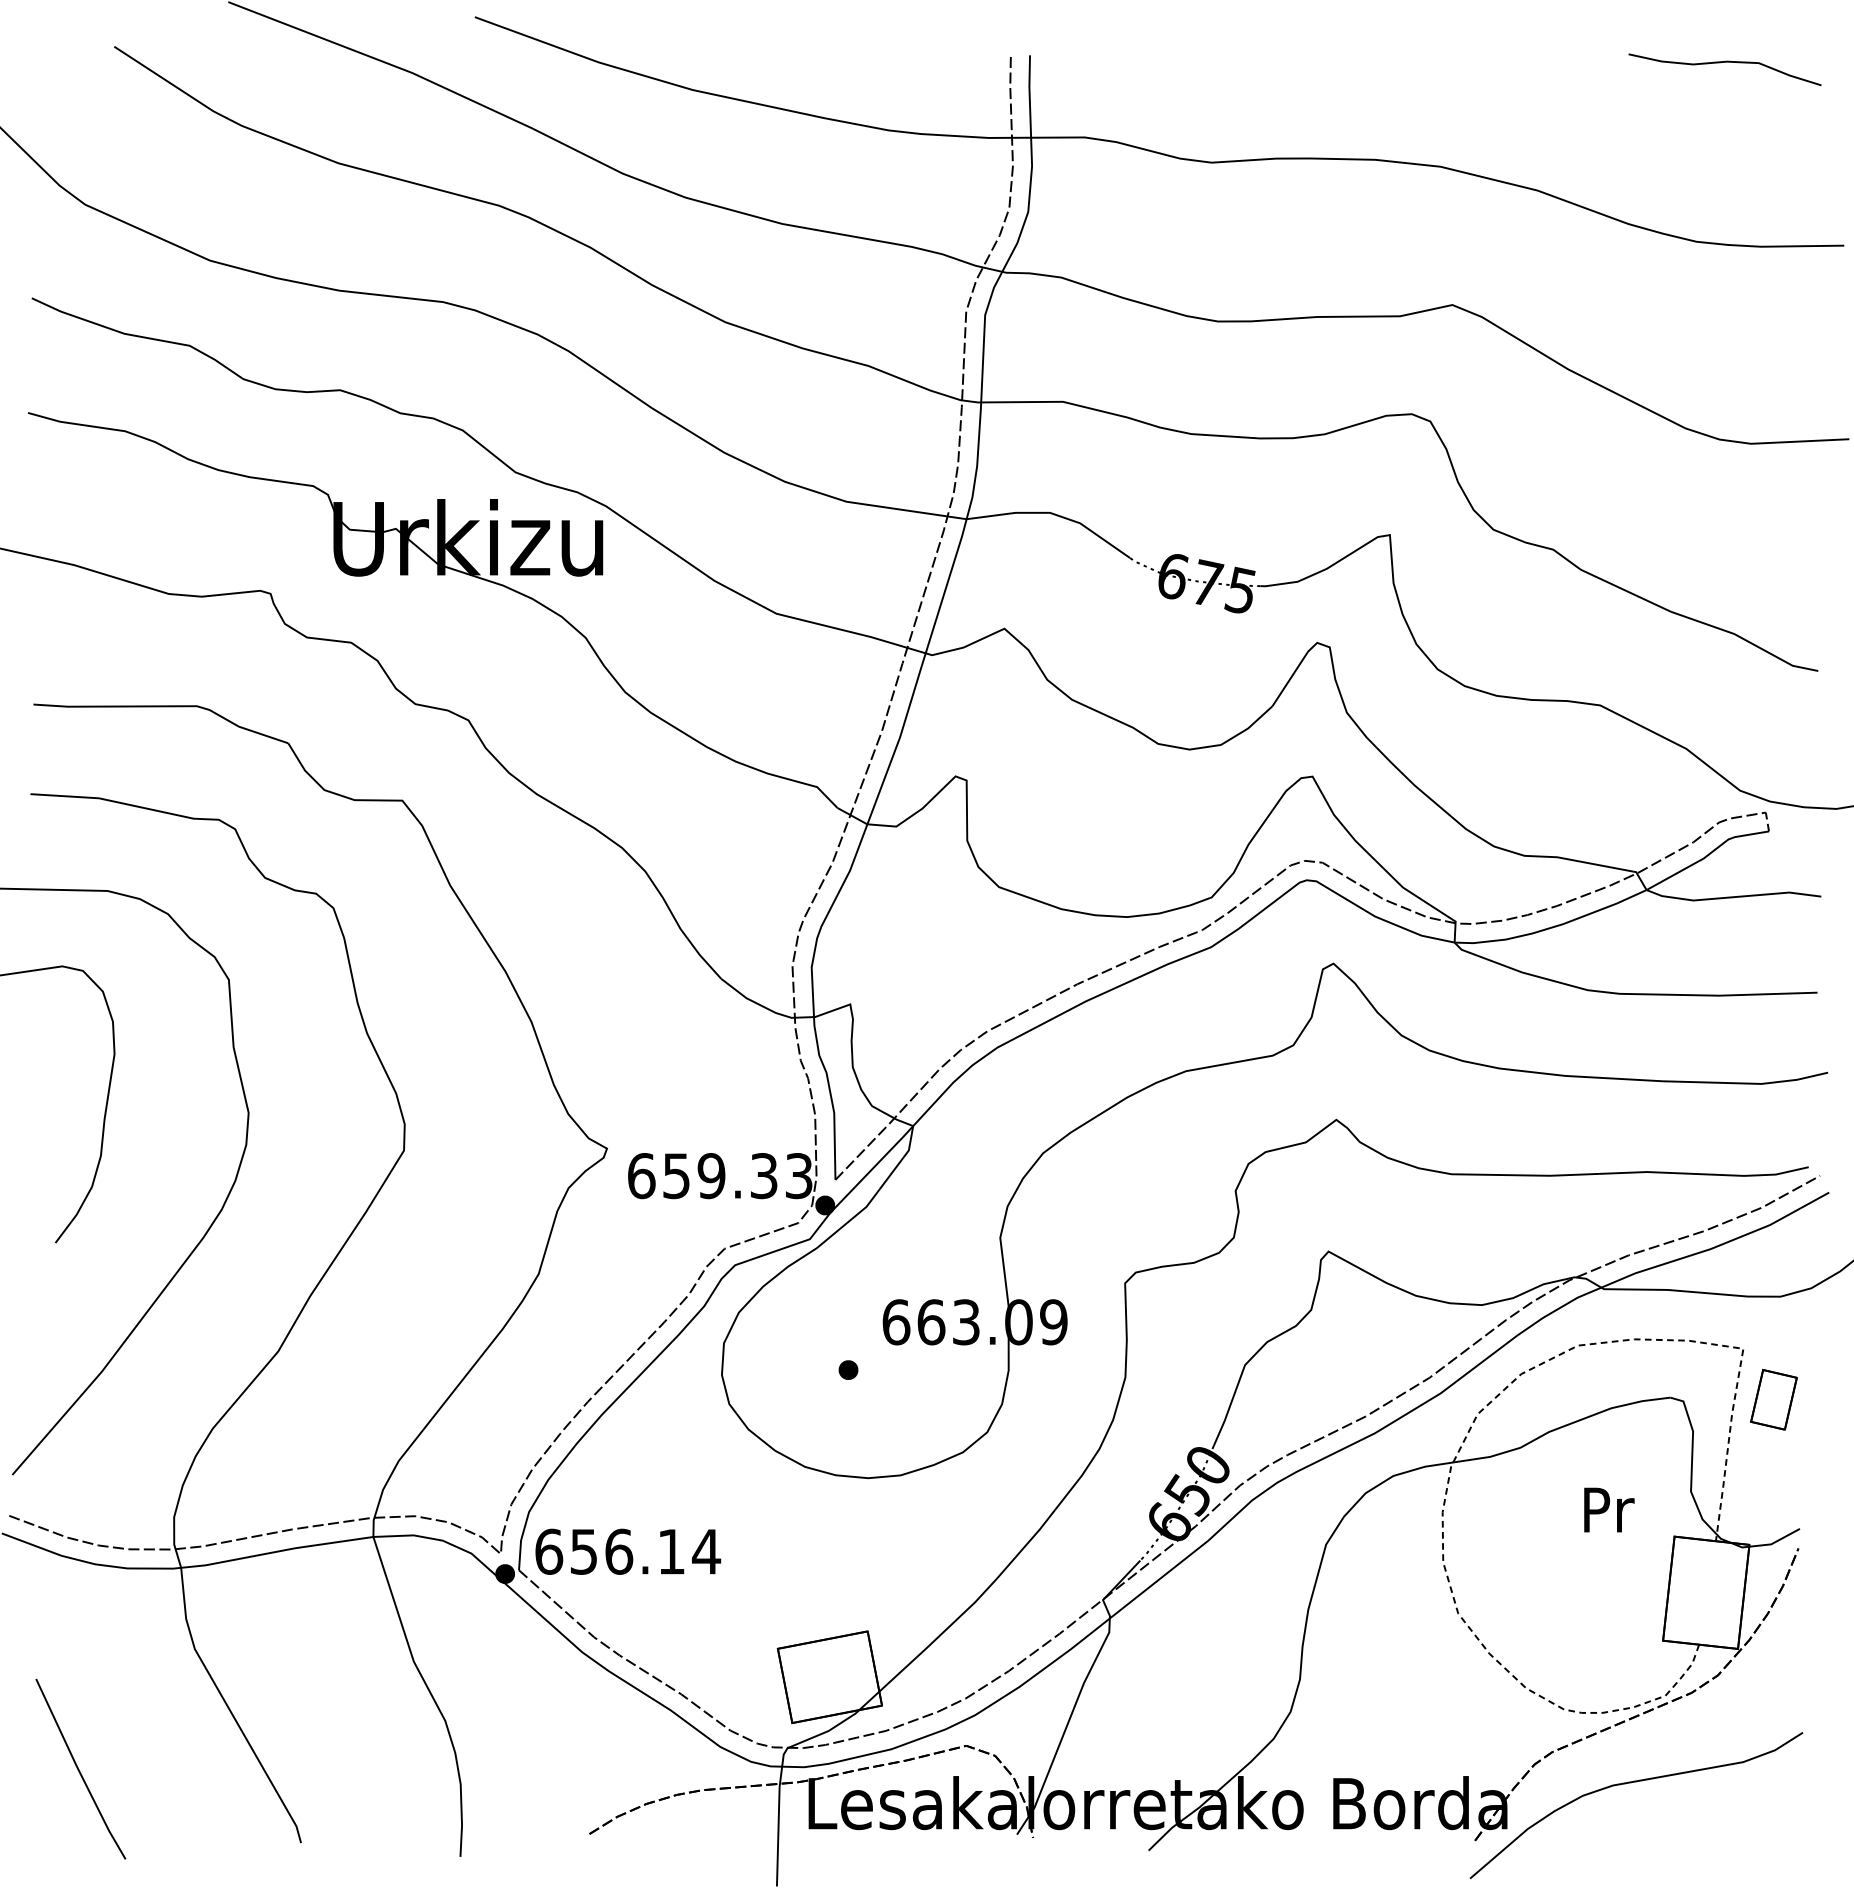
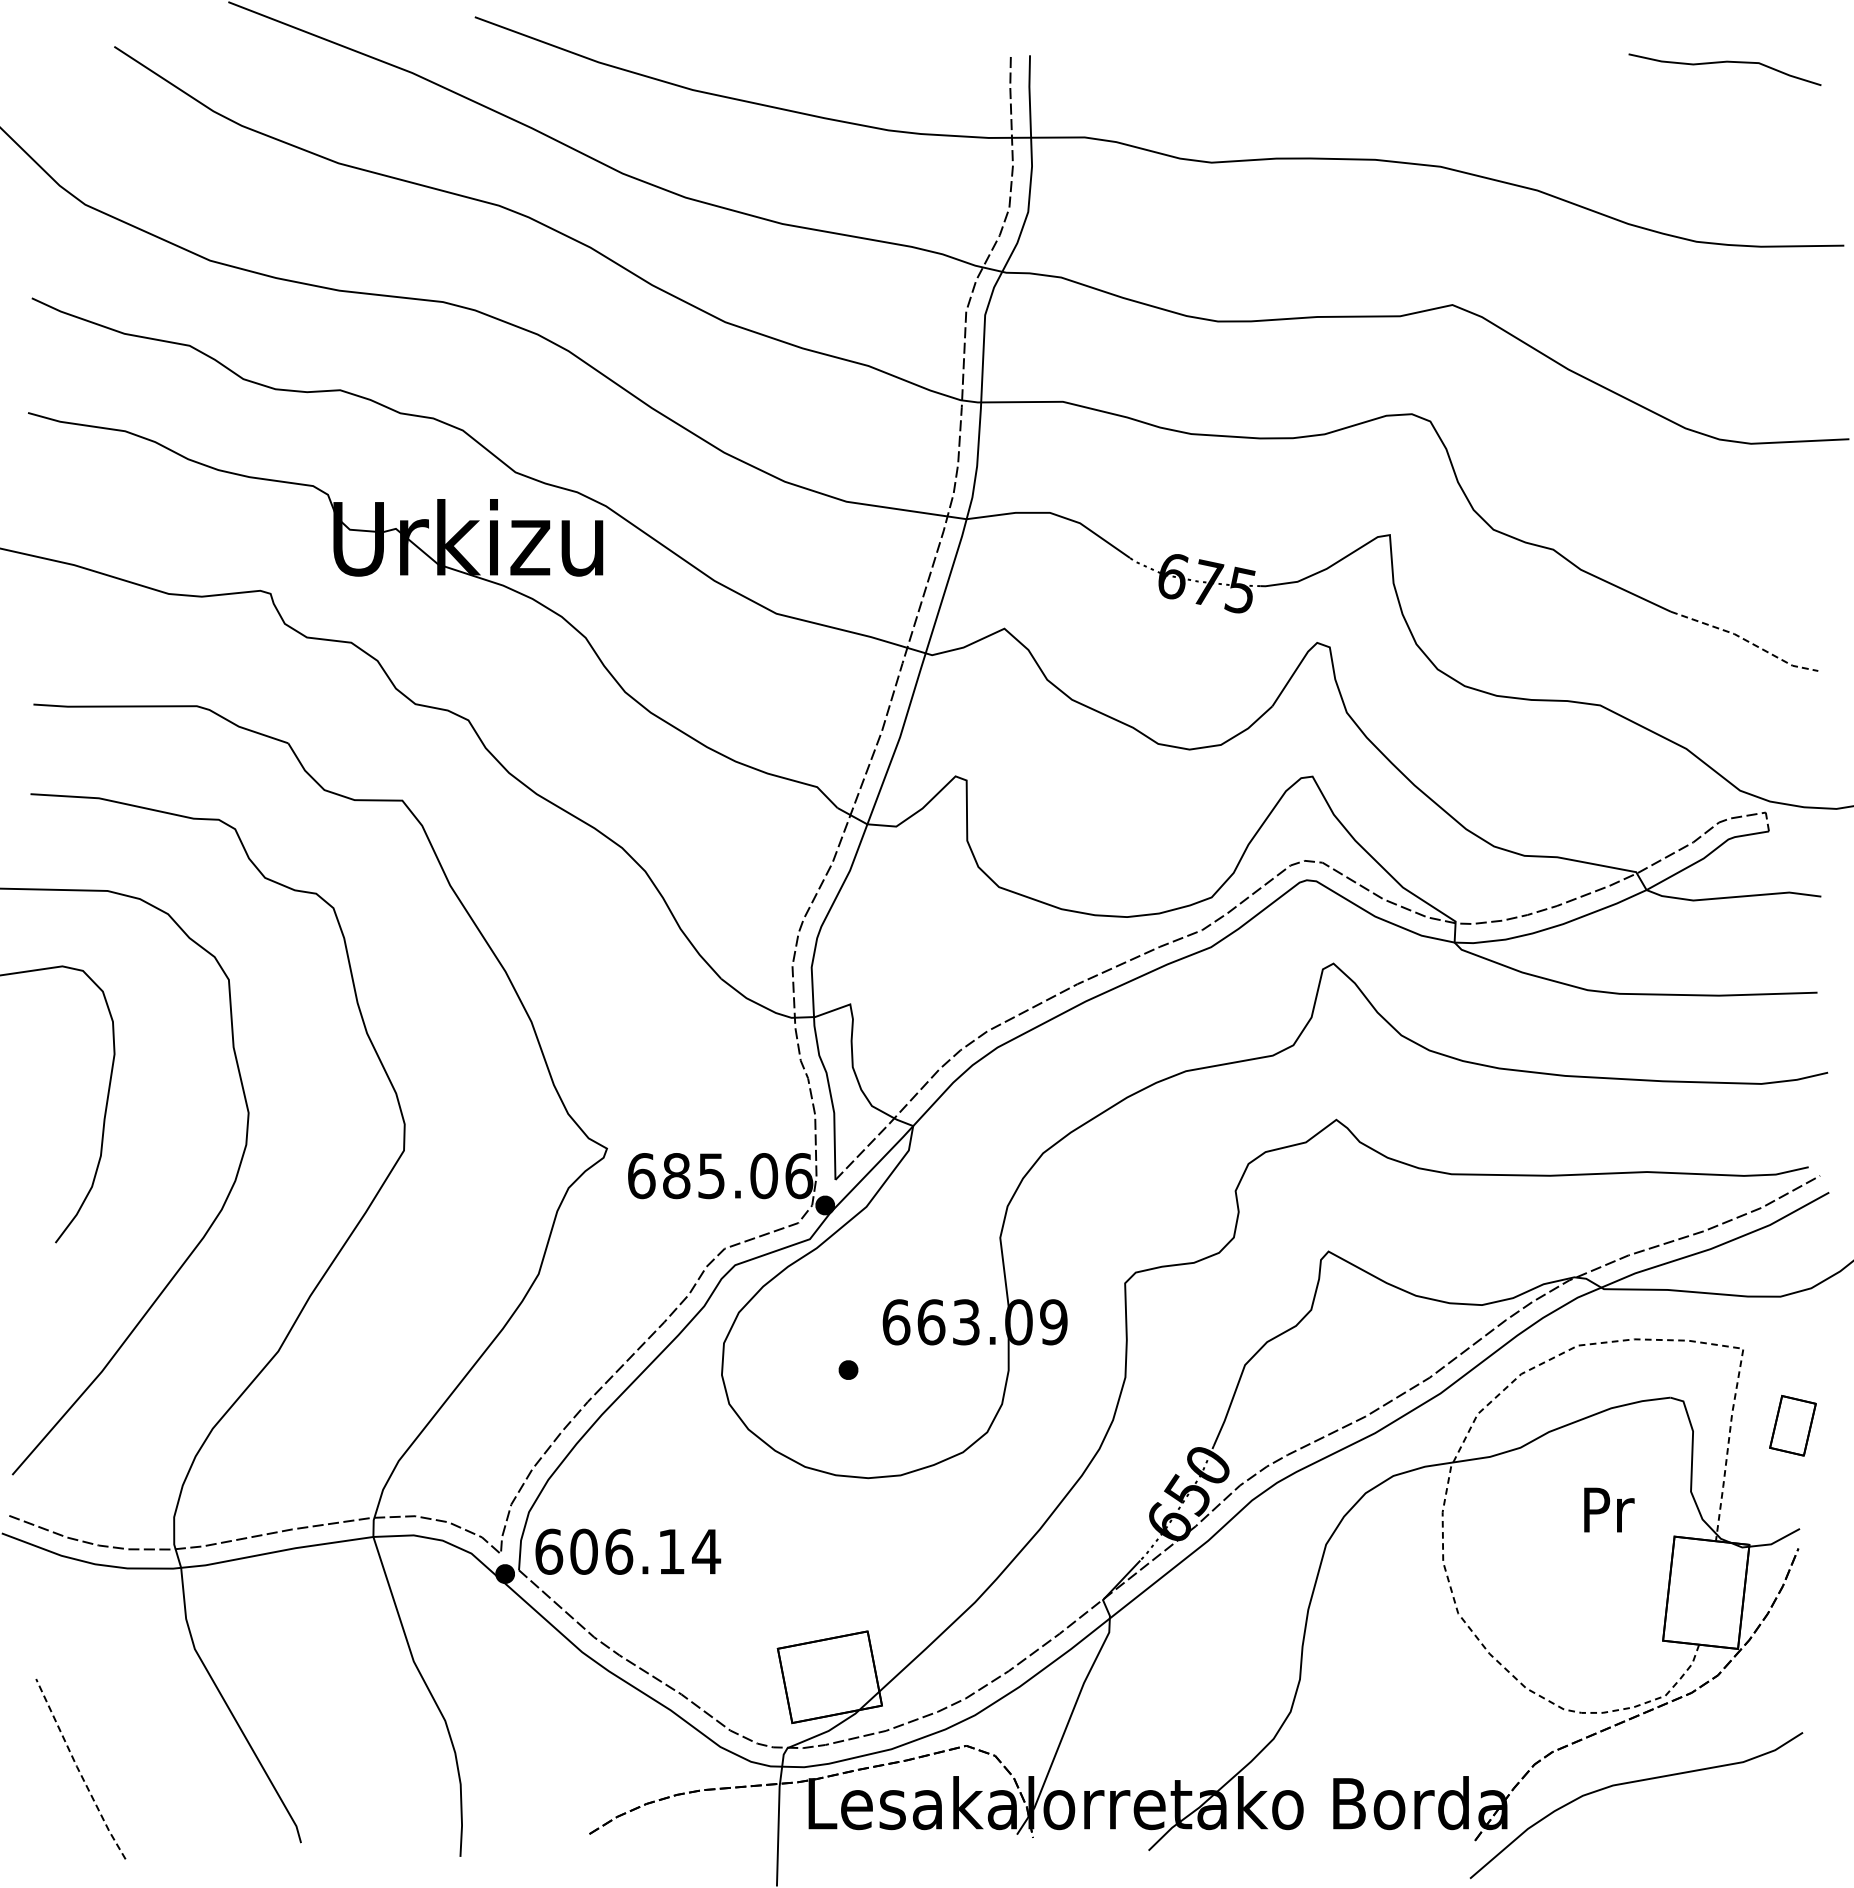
line at (1745, 640): solid -> dashed
text at (738, 1176): 659.33 -> 685.06
part at (1773, 1399) position: (1773, 1399) -> (1792, 1425)
text at (583, 1551): 656.14 -> 606.14
line at (78, 1770): solid -> dashed
